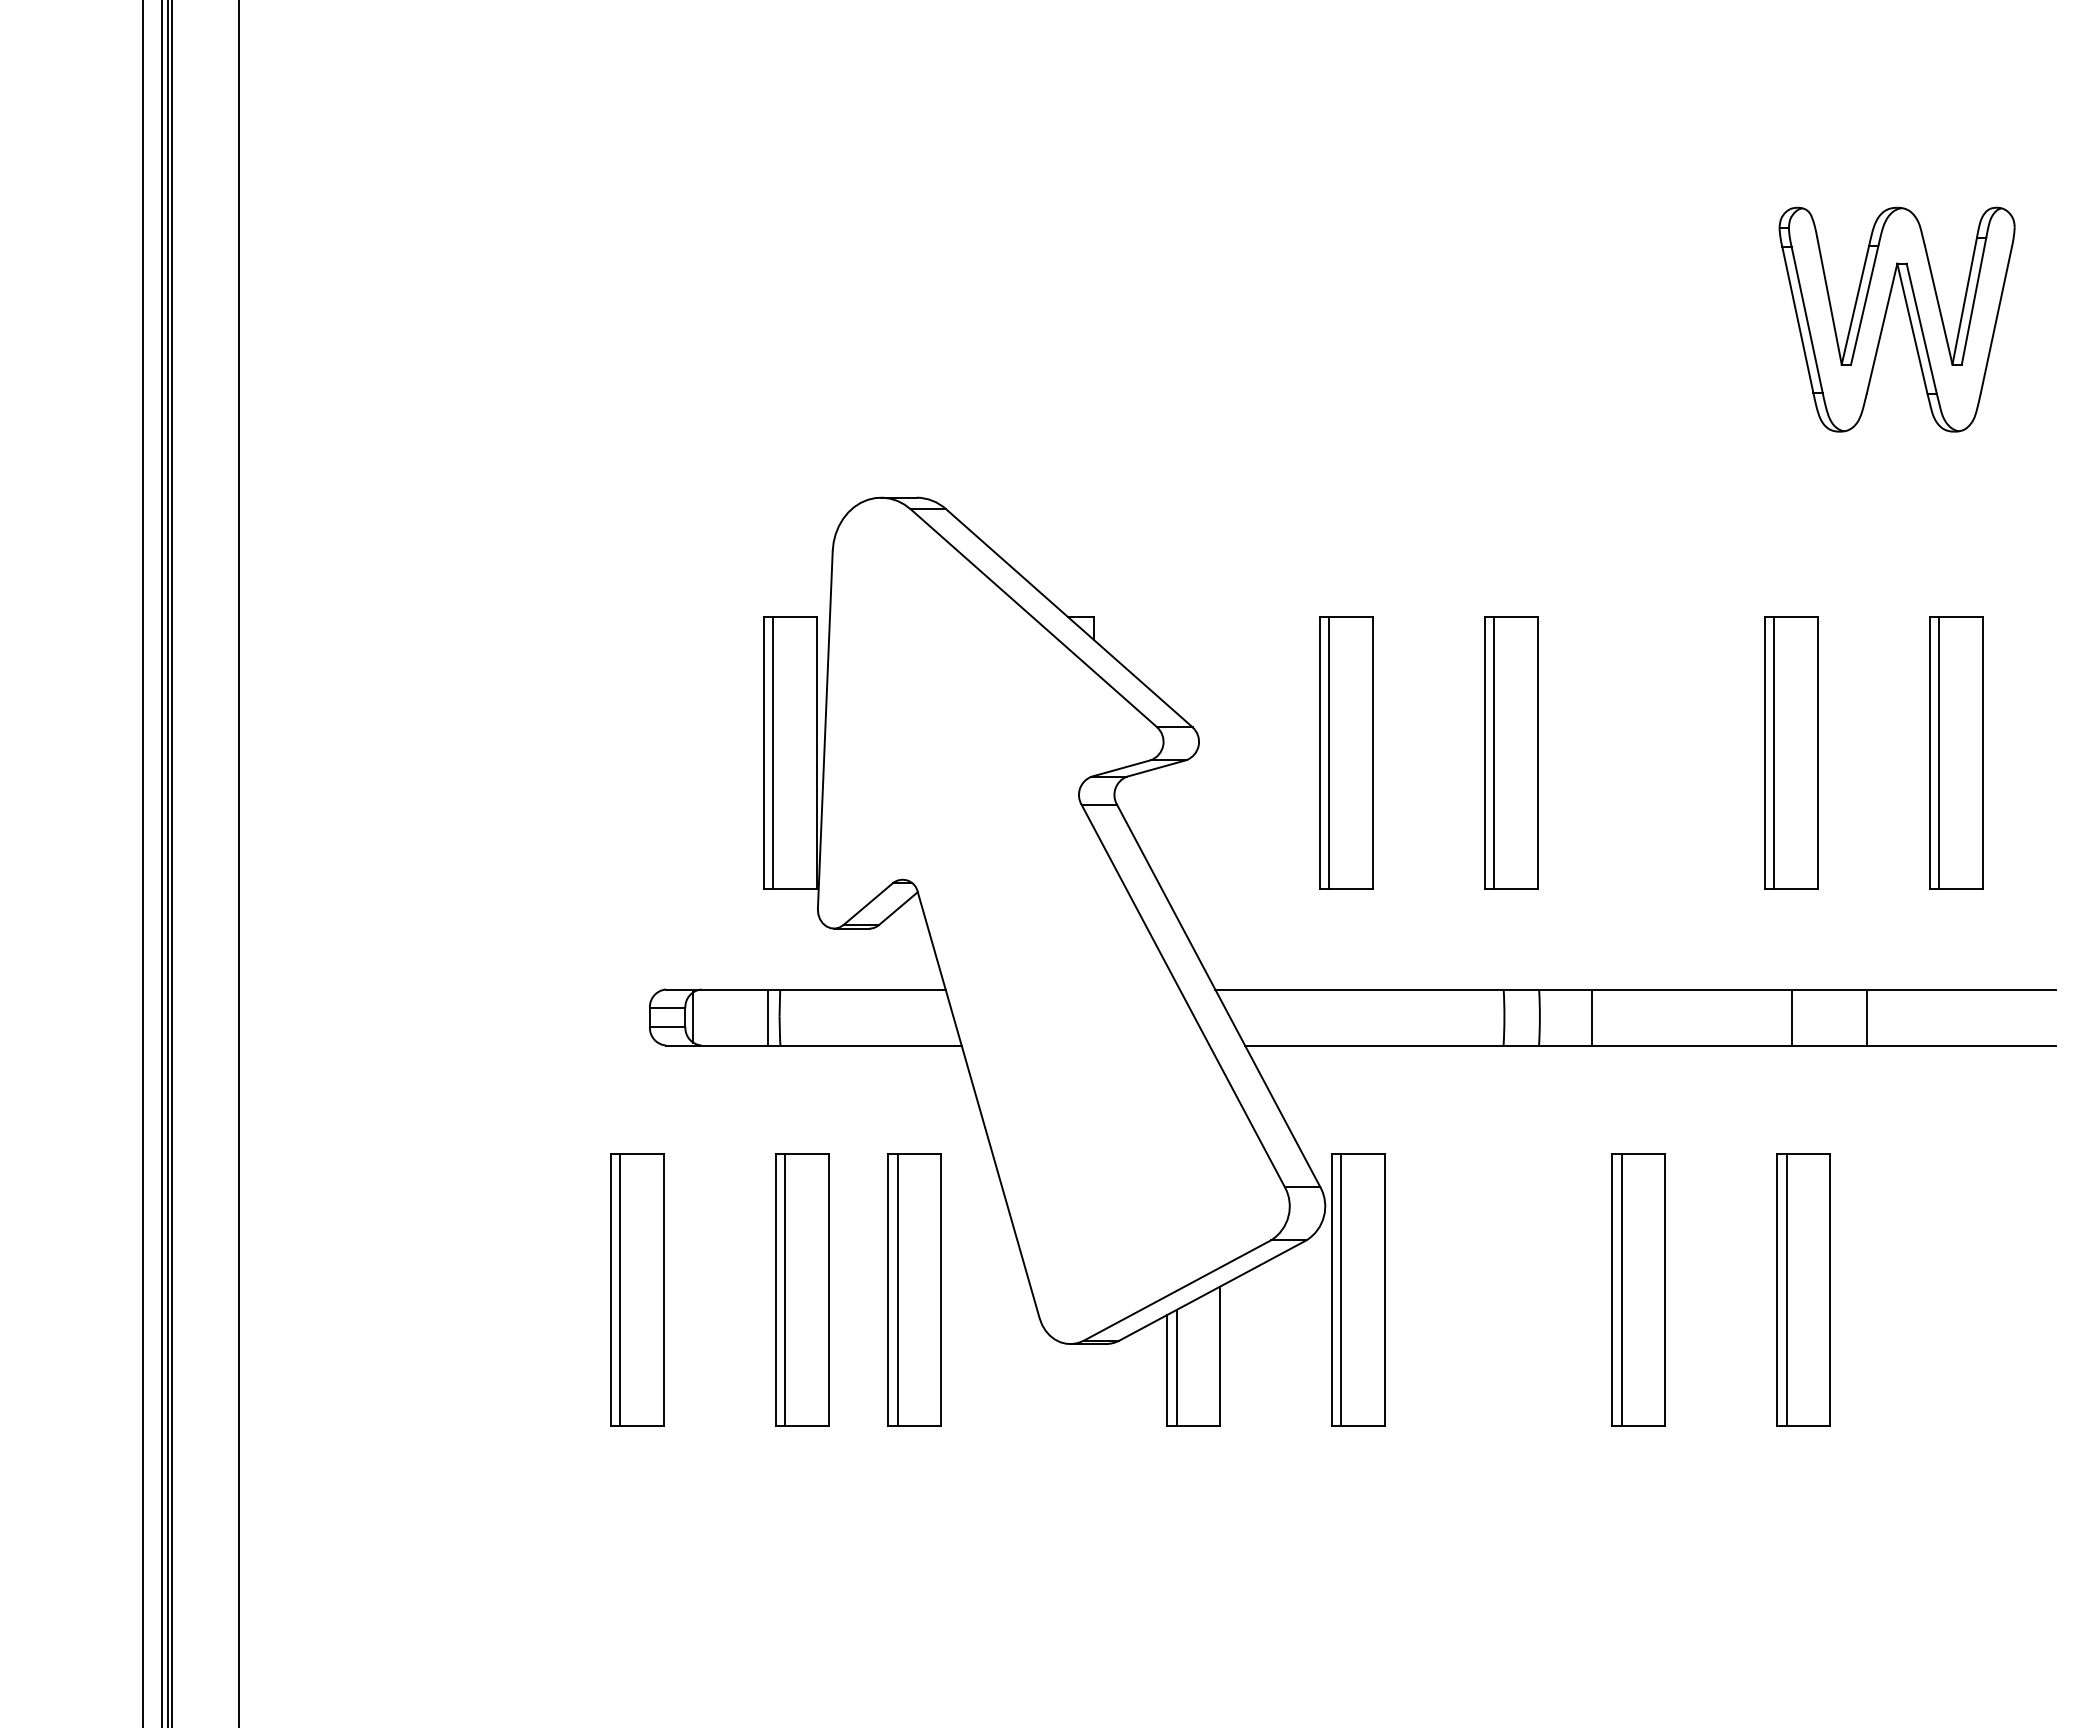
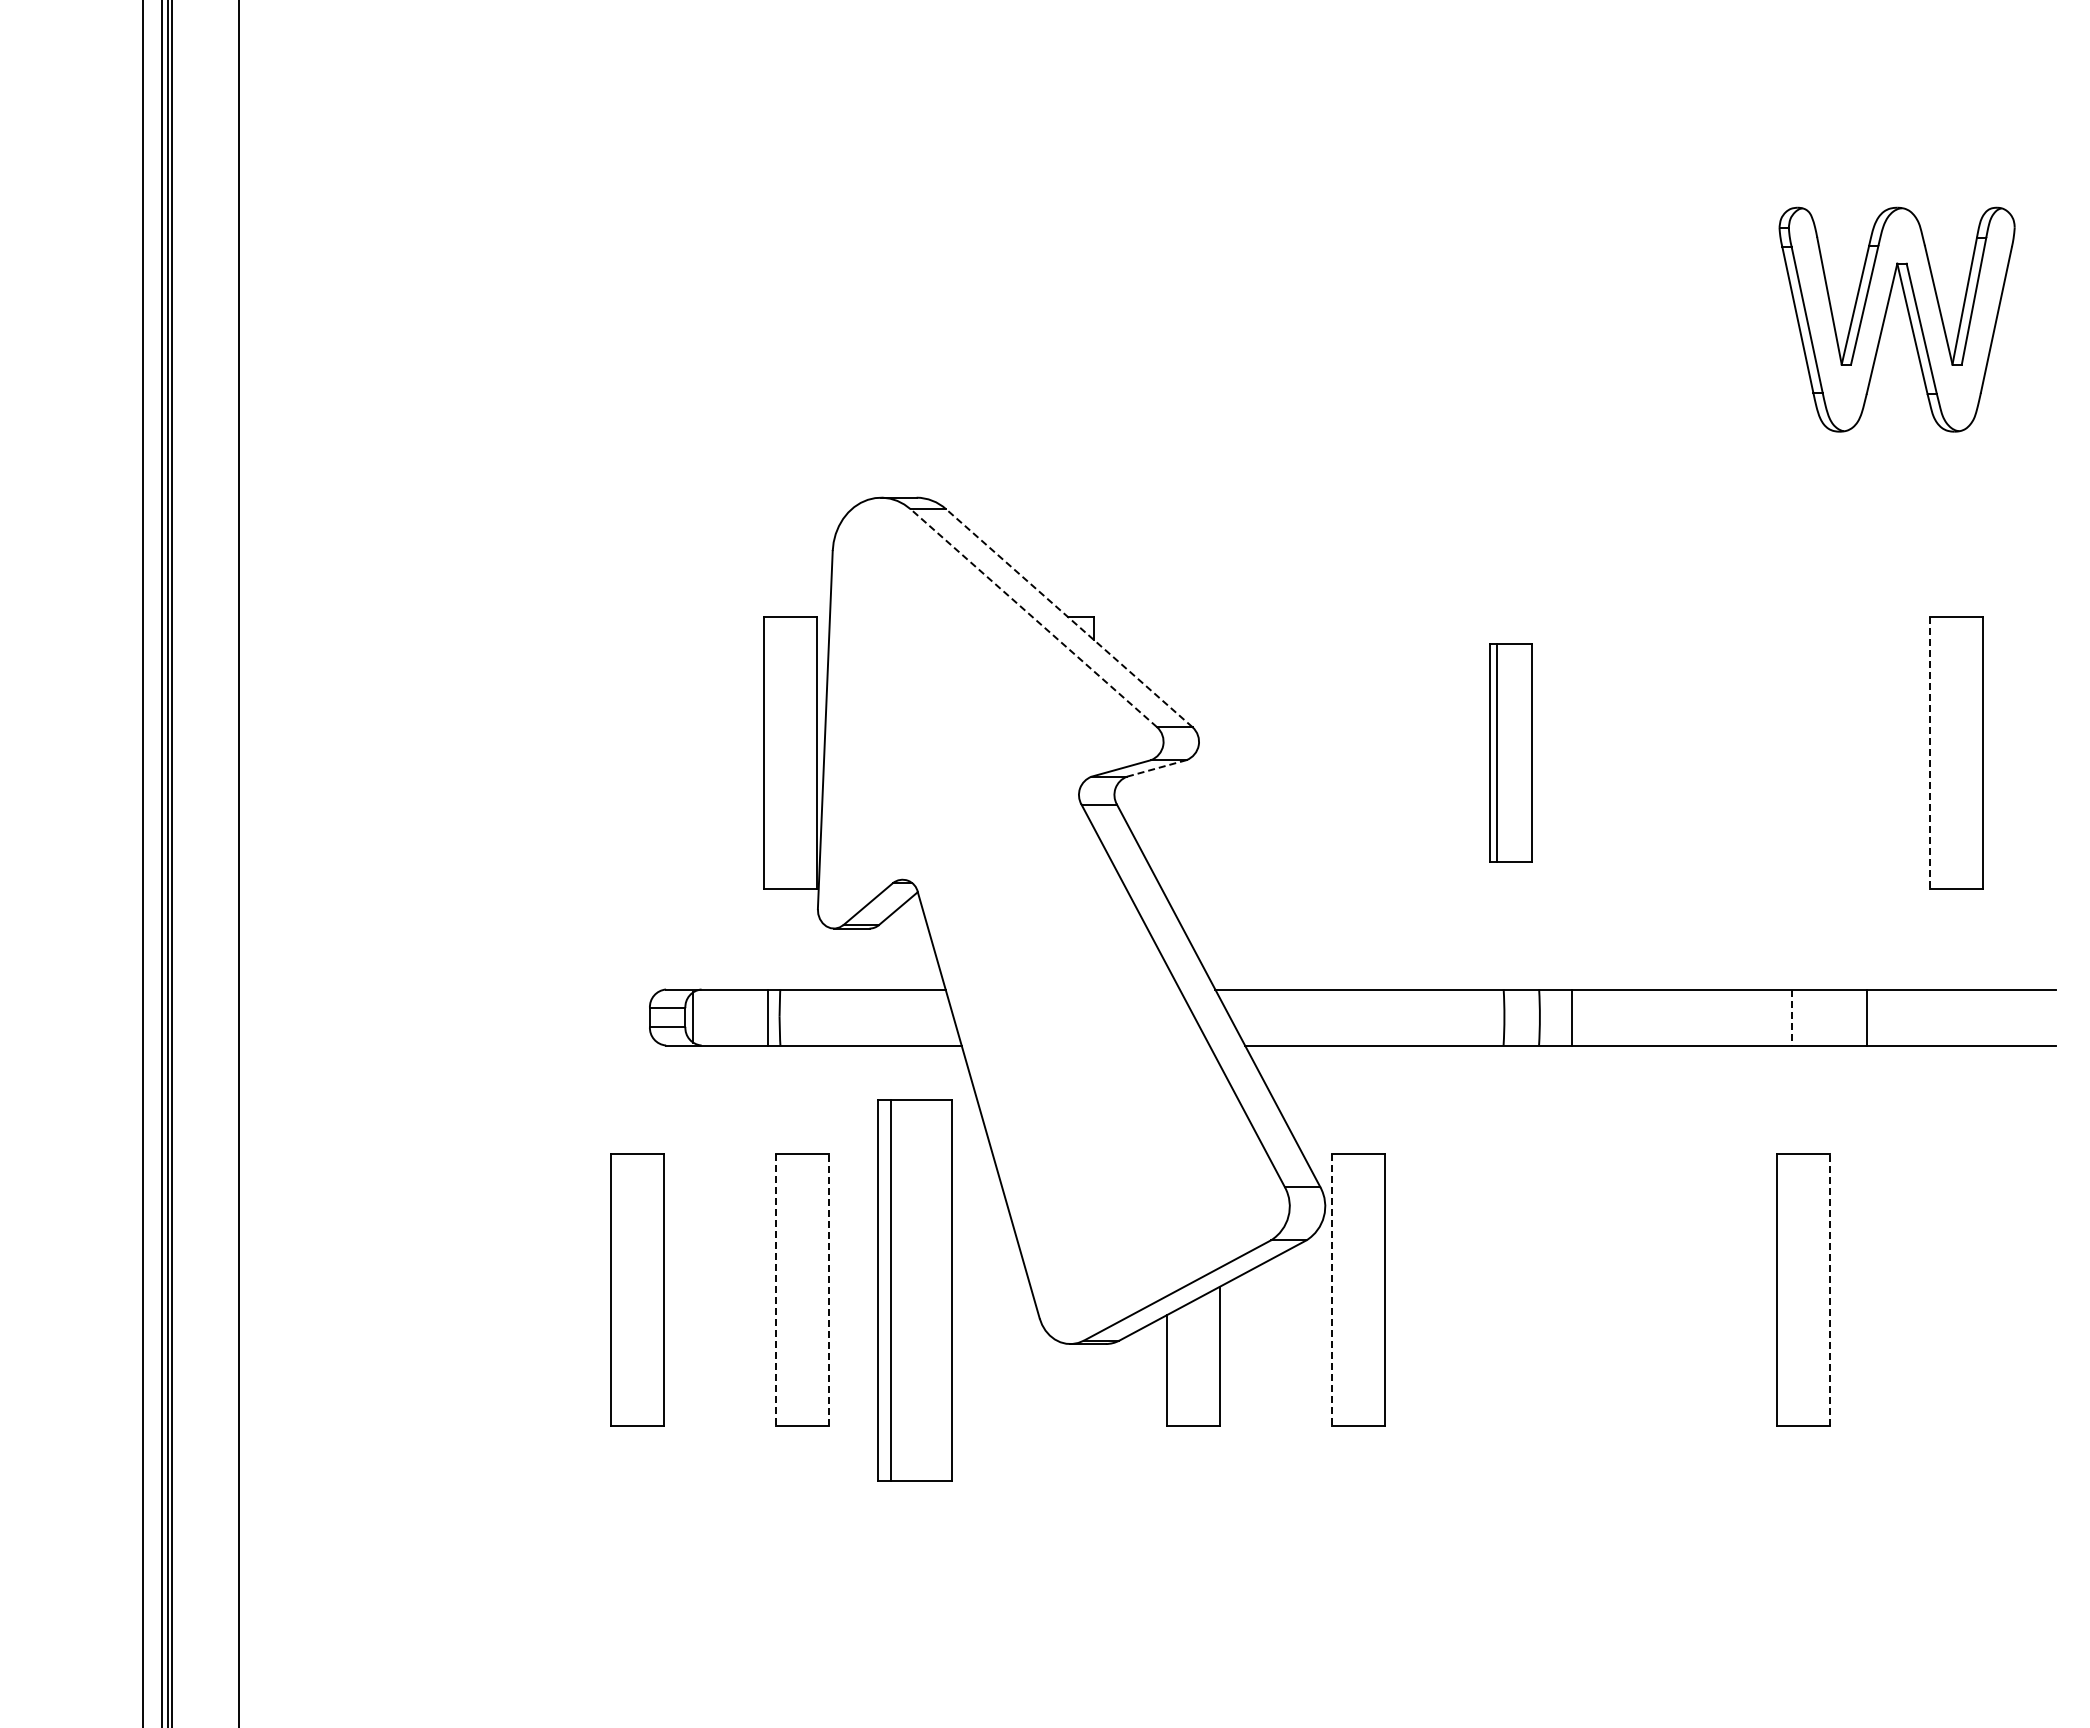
line at (1033, 618): solid -> dashed
line at (1069, 618): solid -> dashed
line at (772, 752): present -> none
part at (1346, 752): present -> none
part at (1511, 752) size: 55x274 px -> 44x220 px
part at (1791, 752): present -> none
line at (1939, 752): present -> none
line at (1929, 753): solid -> dashed
line at (1156, 768): solid -> dashed
line at (1592, 1017) position: (1592, 1017) -> (1572, 1017)
line at (1792, 1017): solid -> dashed
line at (828, 1289): solid -> dashed
part at (914, 1289) size: 55x274 px -> 76x383 px
part at (1638, 1289): present -> none
line at (1830, 1289): solid -> dashed
line at (620, 1290): present -> none
line at (775, 1290): solid -> dashed
line at (785, 1290): present -> none
line at (1331, 1290): solid -> dashed
line at (1341, 1290): present -> none
line at (1786, 1290): present -> none
line at (1176, 1368): present -> none
